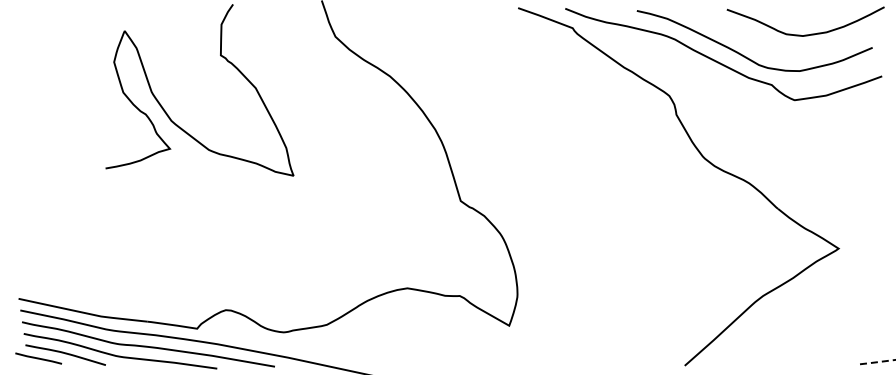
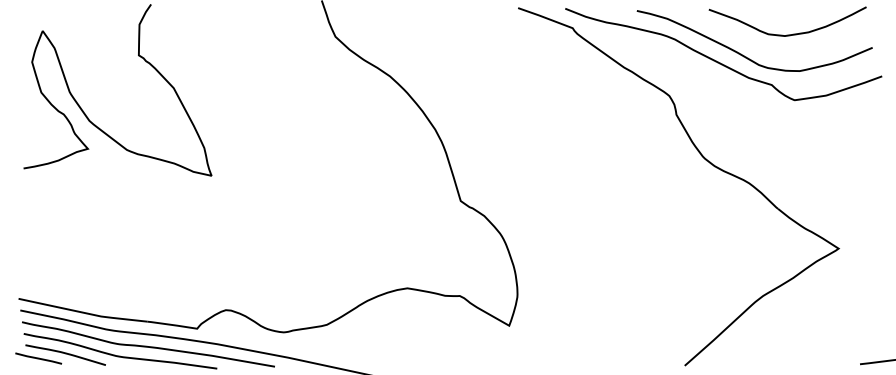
curve at (805, 34) position: (805, 34) -> (787, 34)
curve at (168, 114) position: (168, 114) -> (86, 114)
line at (877, 362): dashed -> solid
